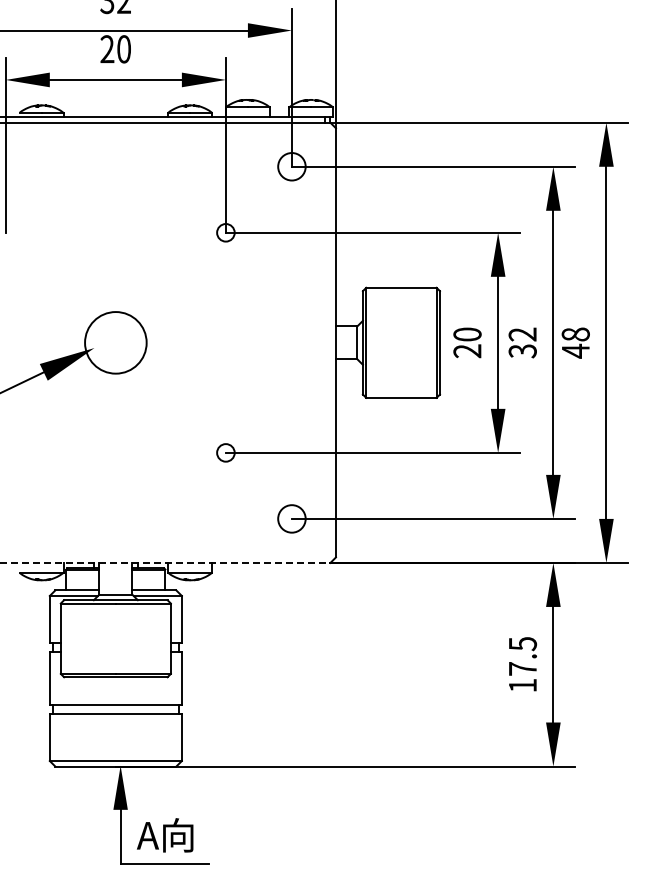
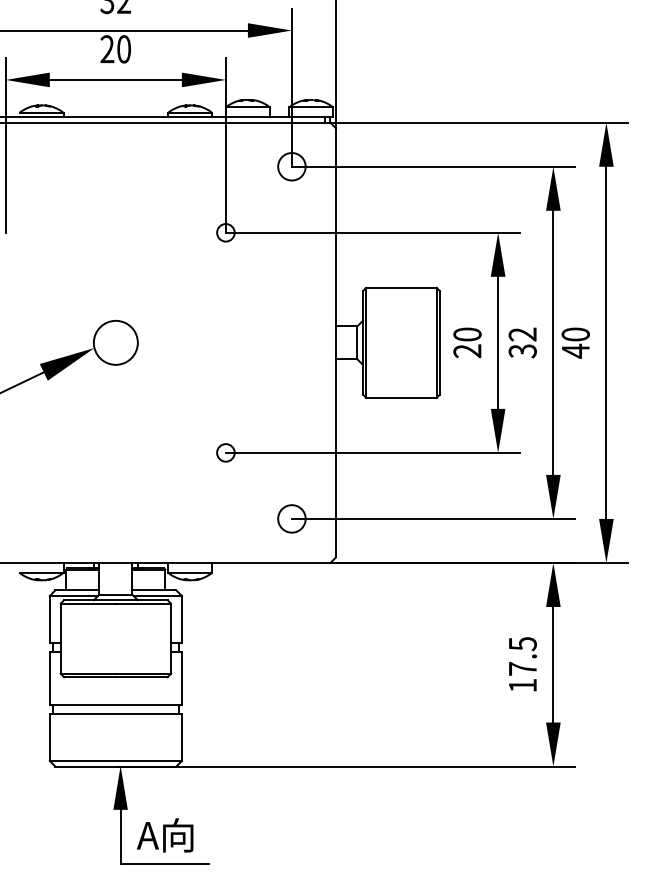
text at (575, 334): 48 -> 40
circle at (115, 342) diameter: 62 px -> 44 px
line at (165, 562): dashed -> solid
